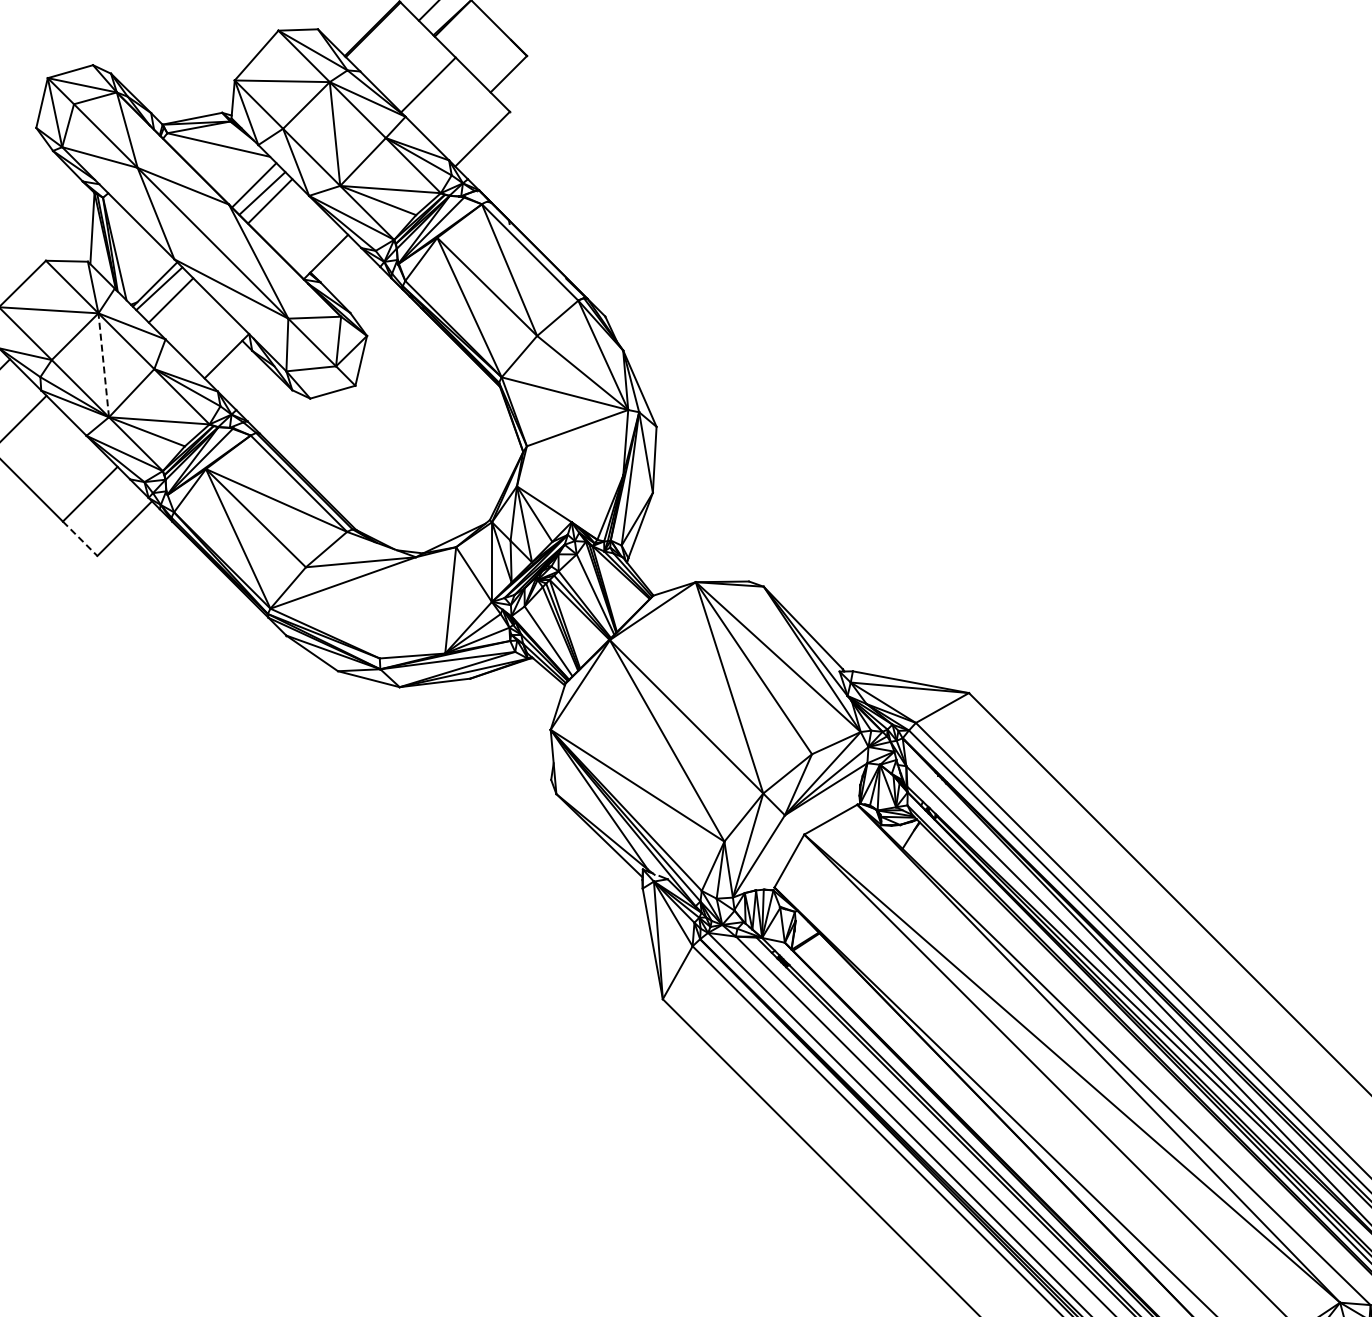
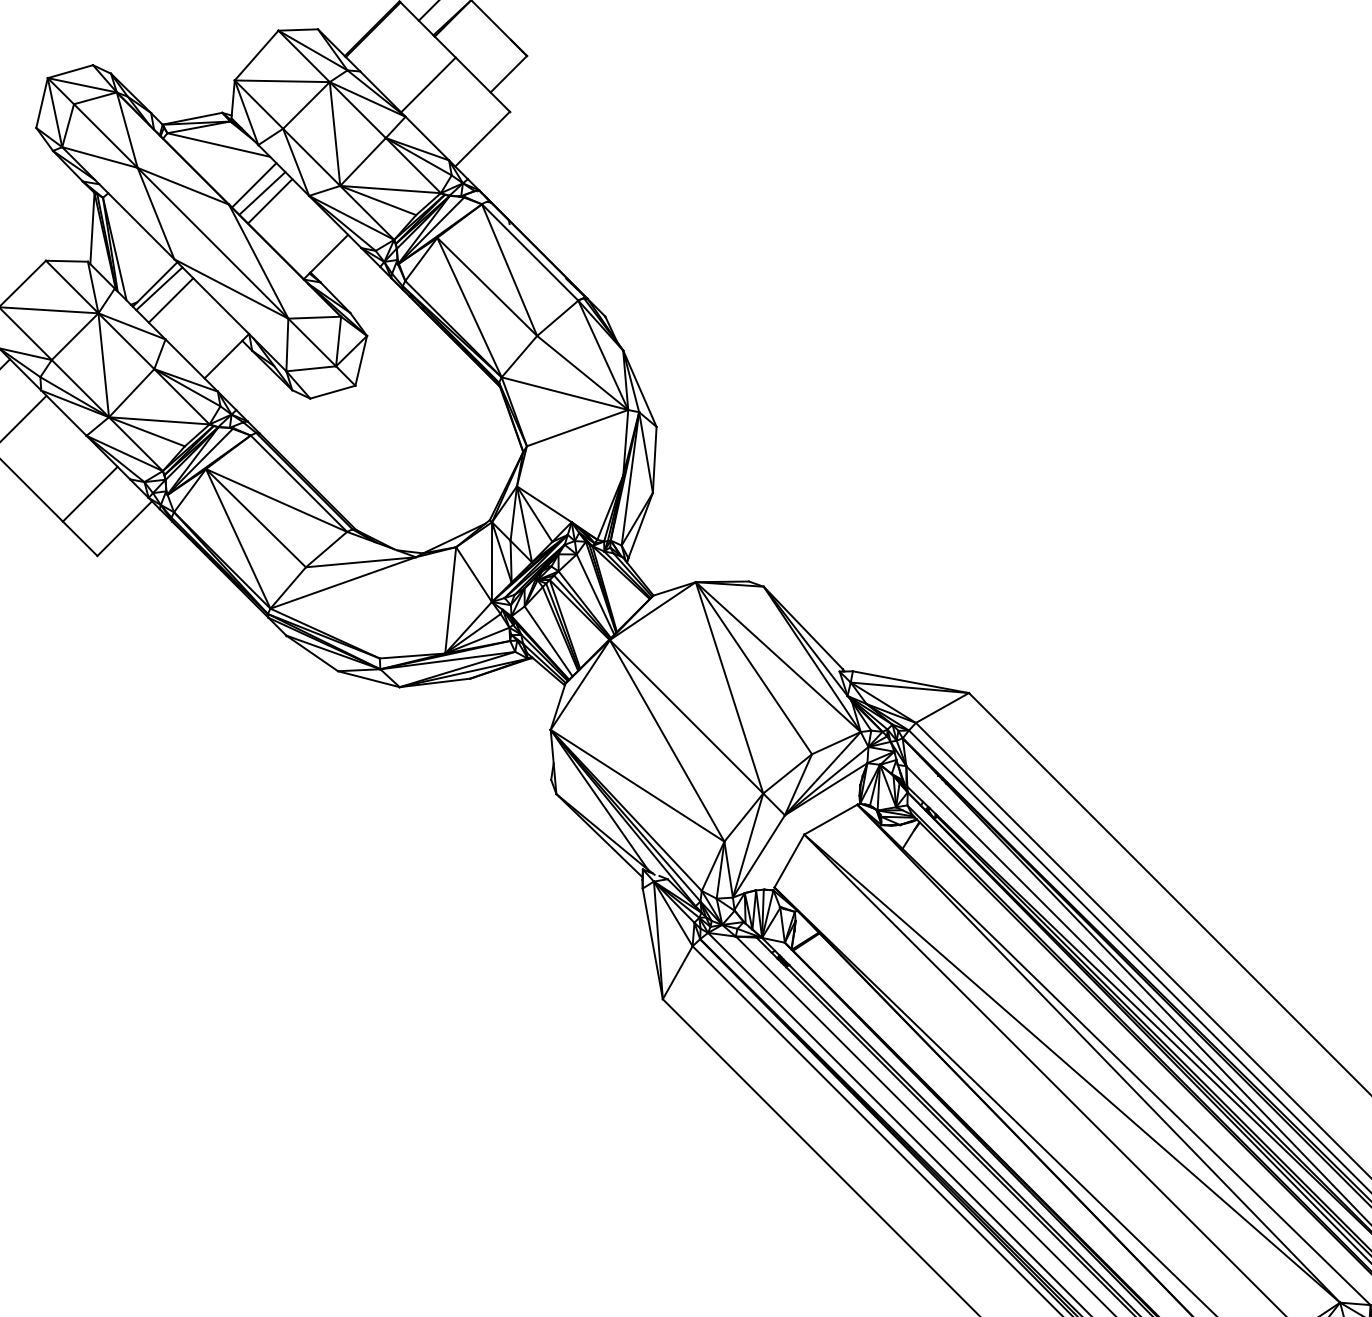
line at (103, 364): dashed -> solid
line at (80, 539): dashed -> solid
